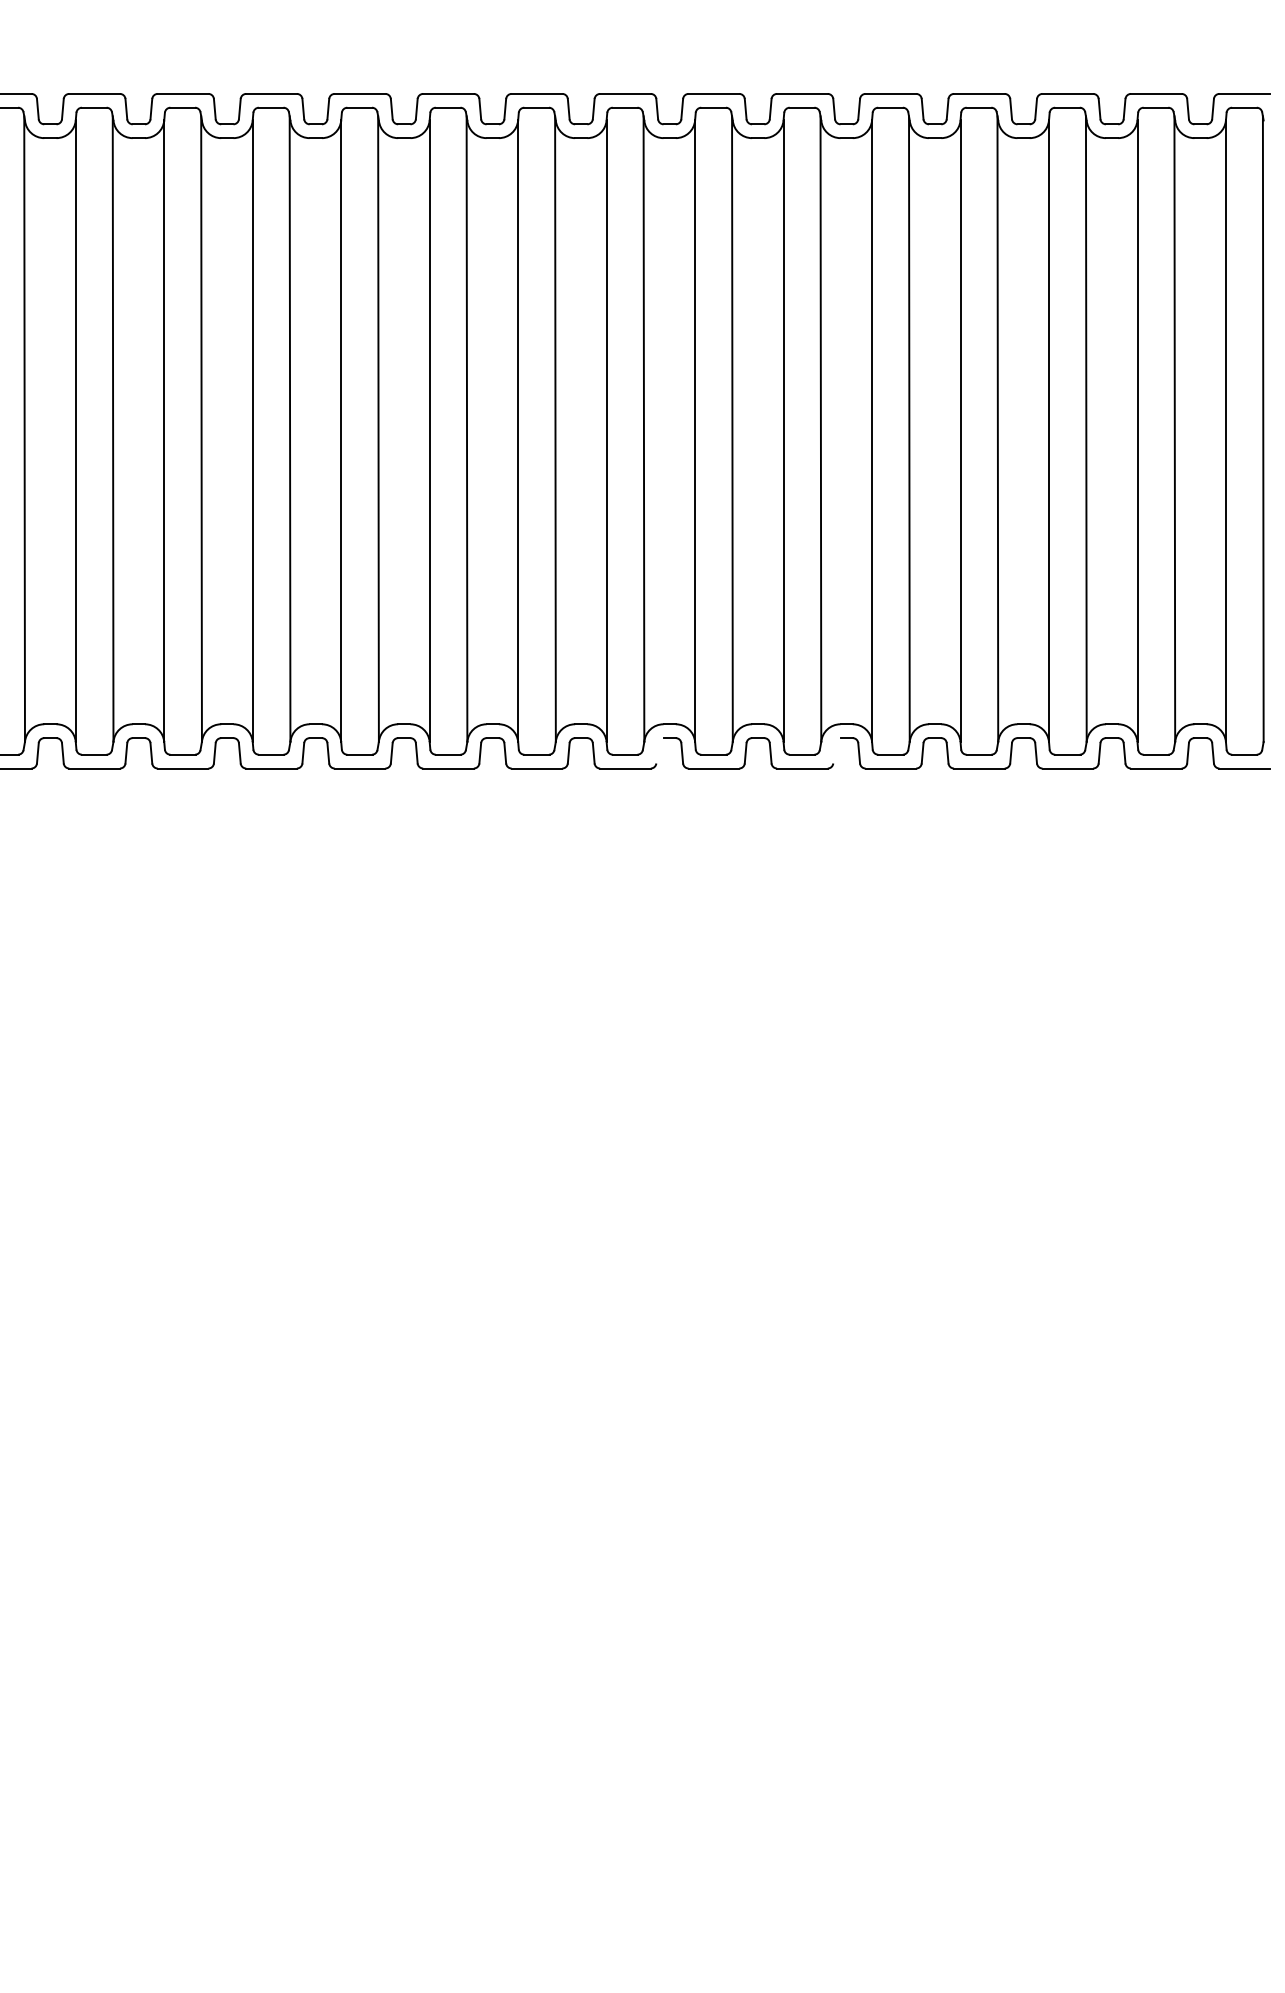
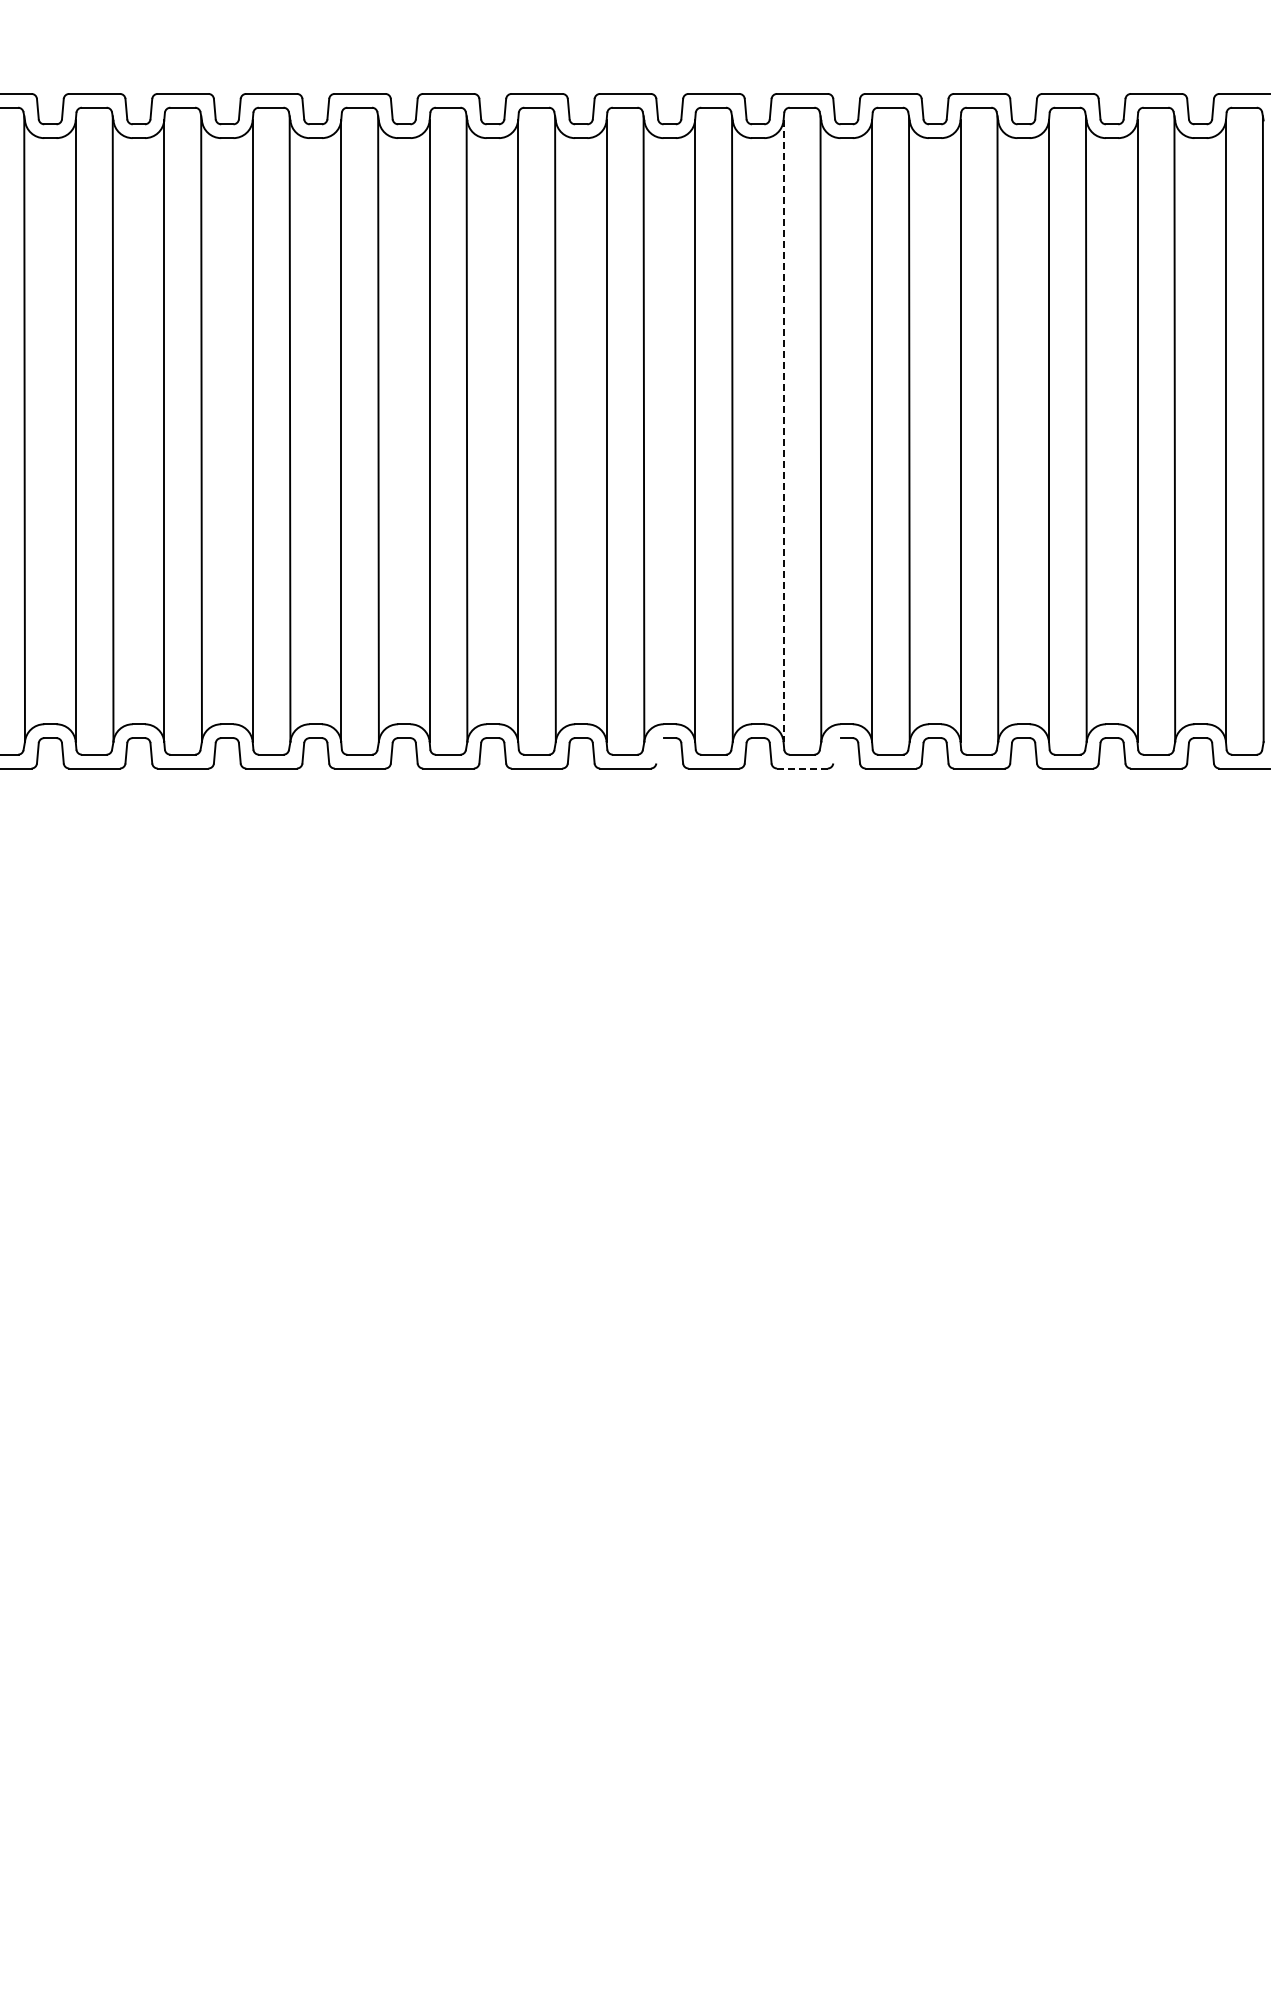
line at (783, 431): solid -> dashed
line at (802, 768): solid -> dashed
